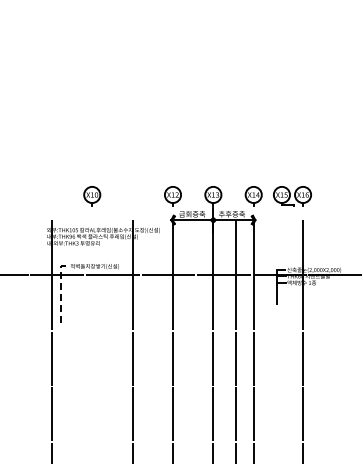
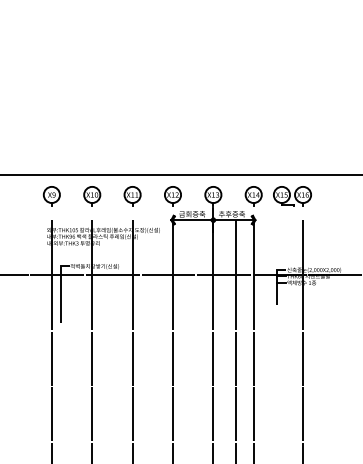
line at (180, 175): none -> present
part at (51, 196): none -> present
part at (132, 196): none -> present
line at (60, 290): dashed -> solid
line at (92, 340): none -> present
